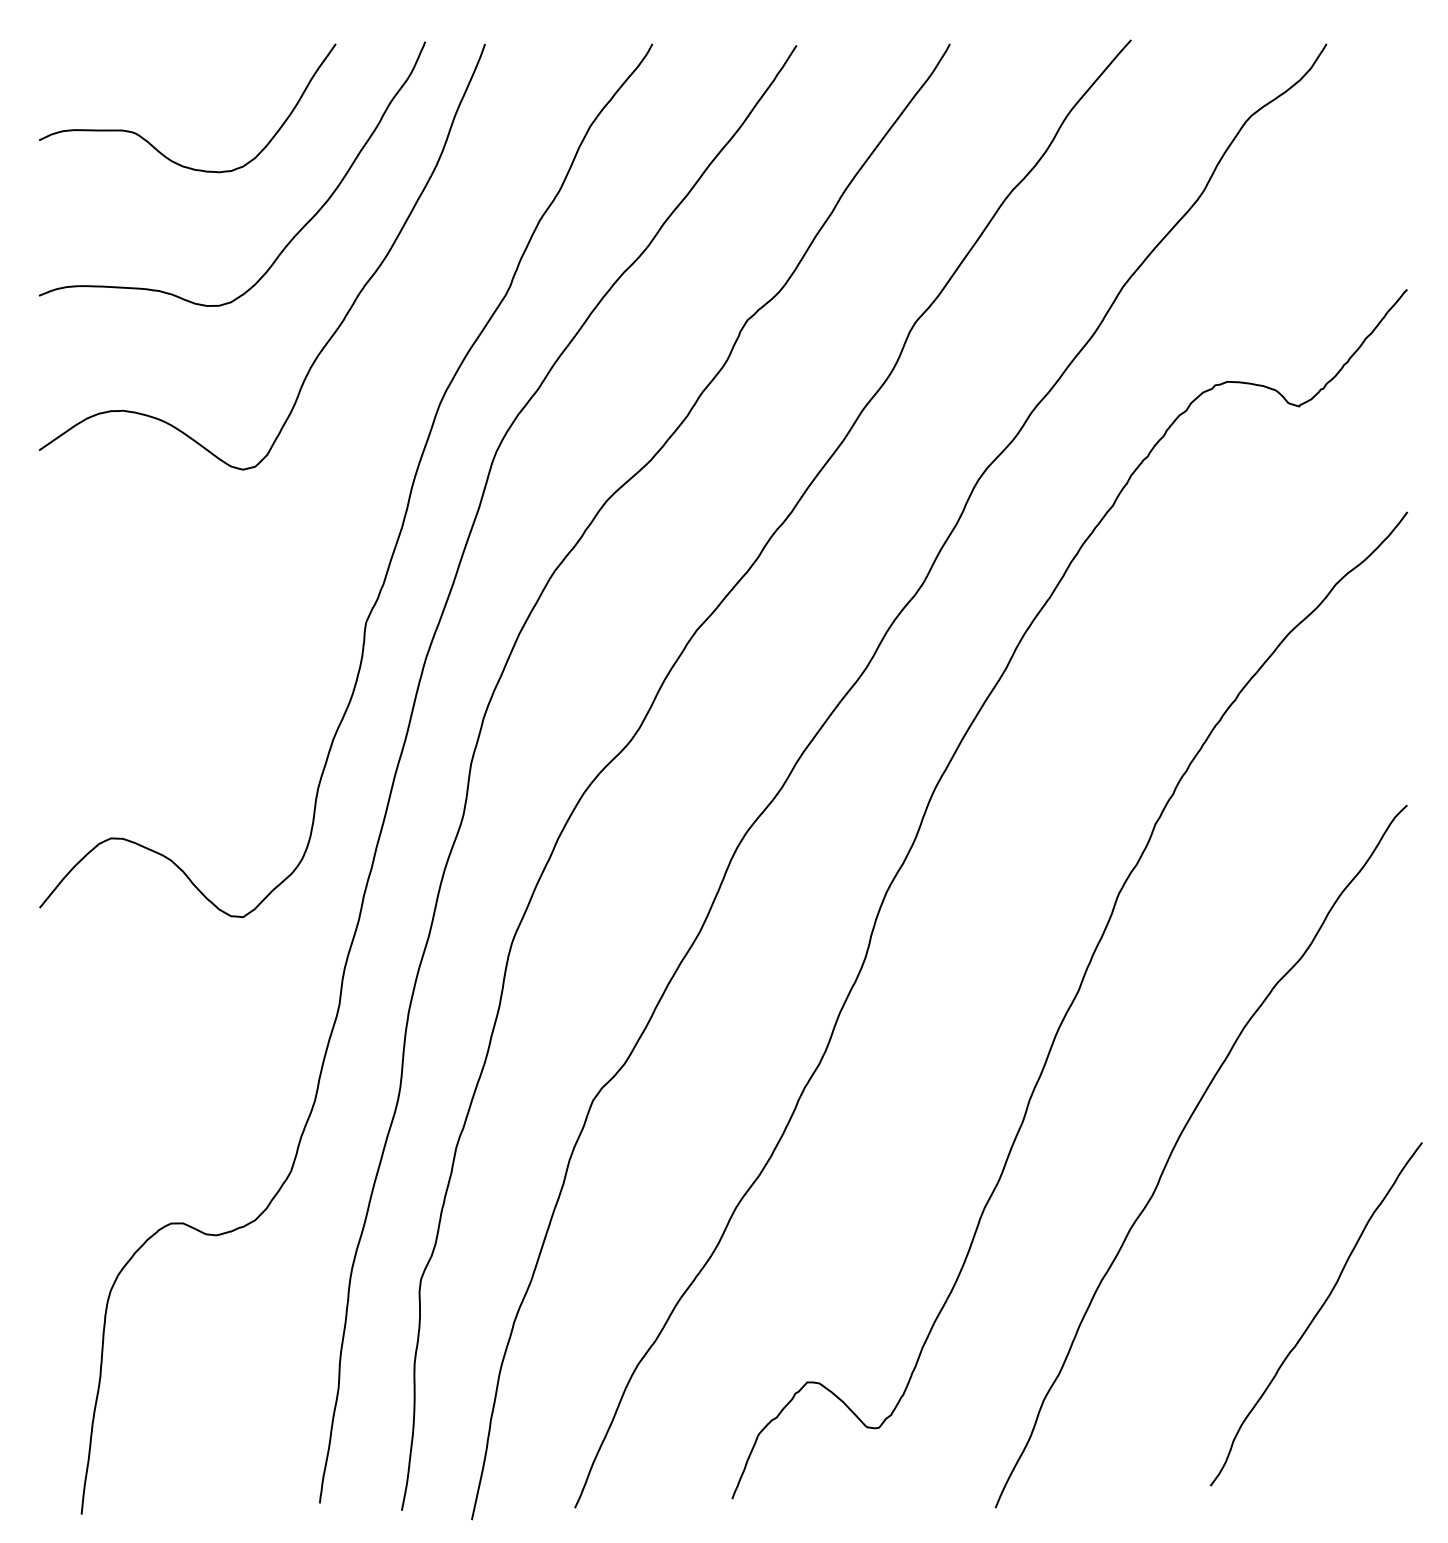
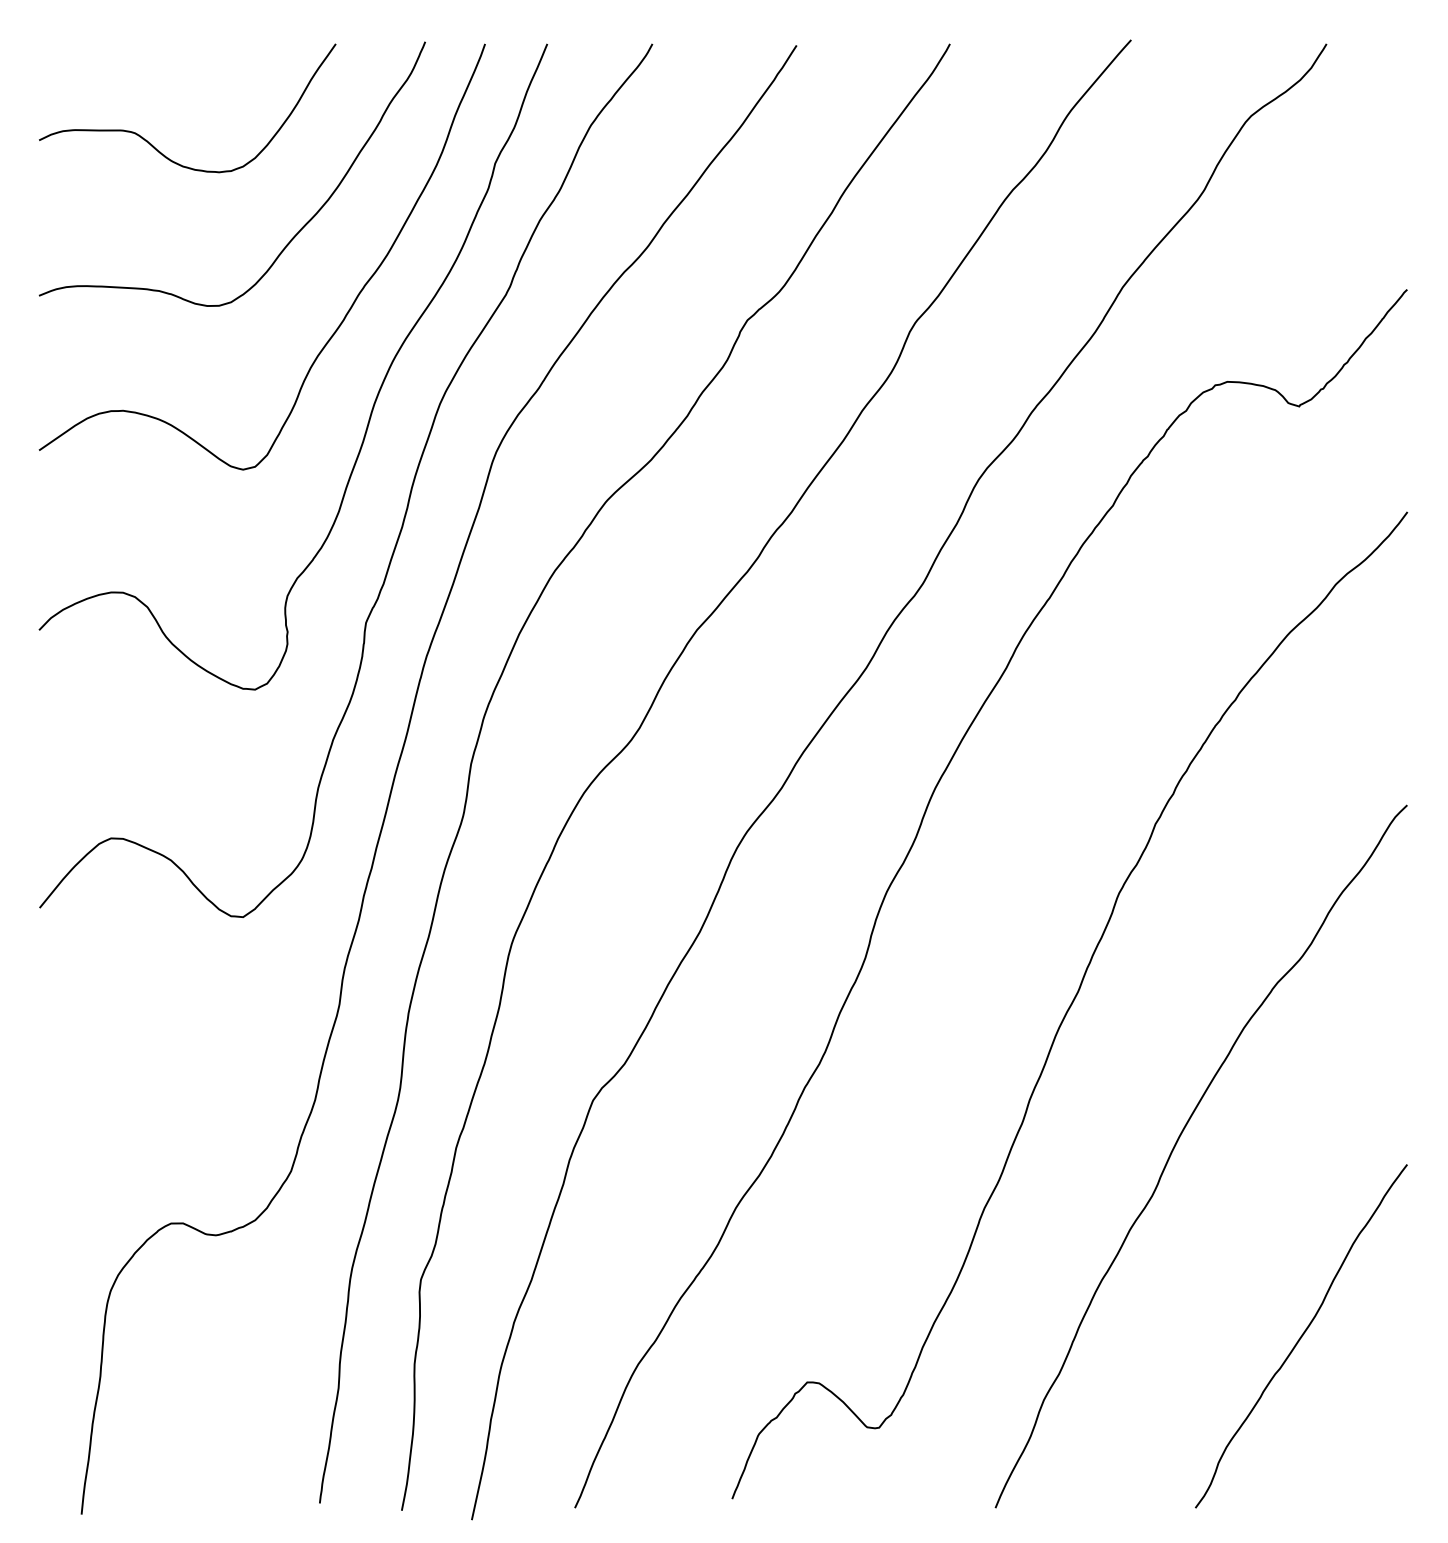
curve at (374, 400): none -> present
curve at (1316, 1314) position: (1316, 1314) -> (1301, 1336)
